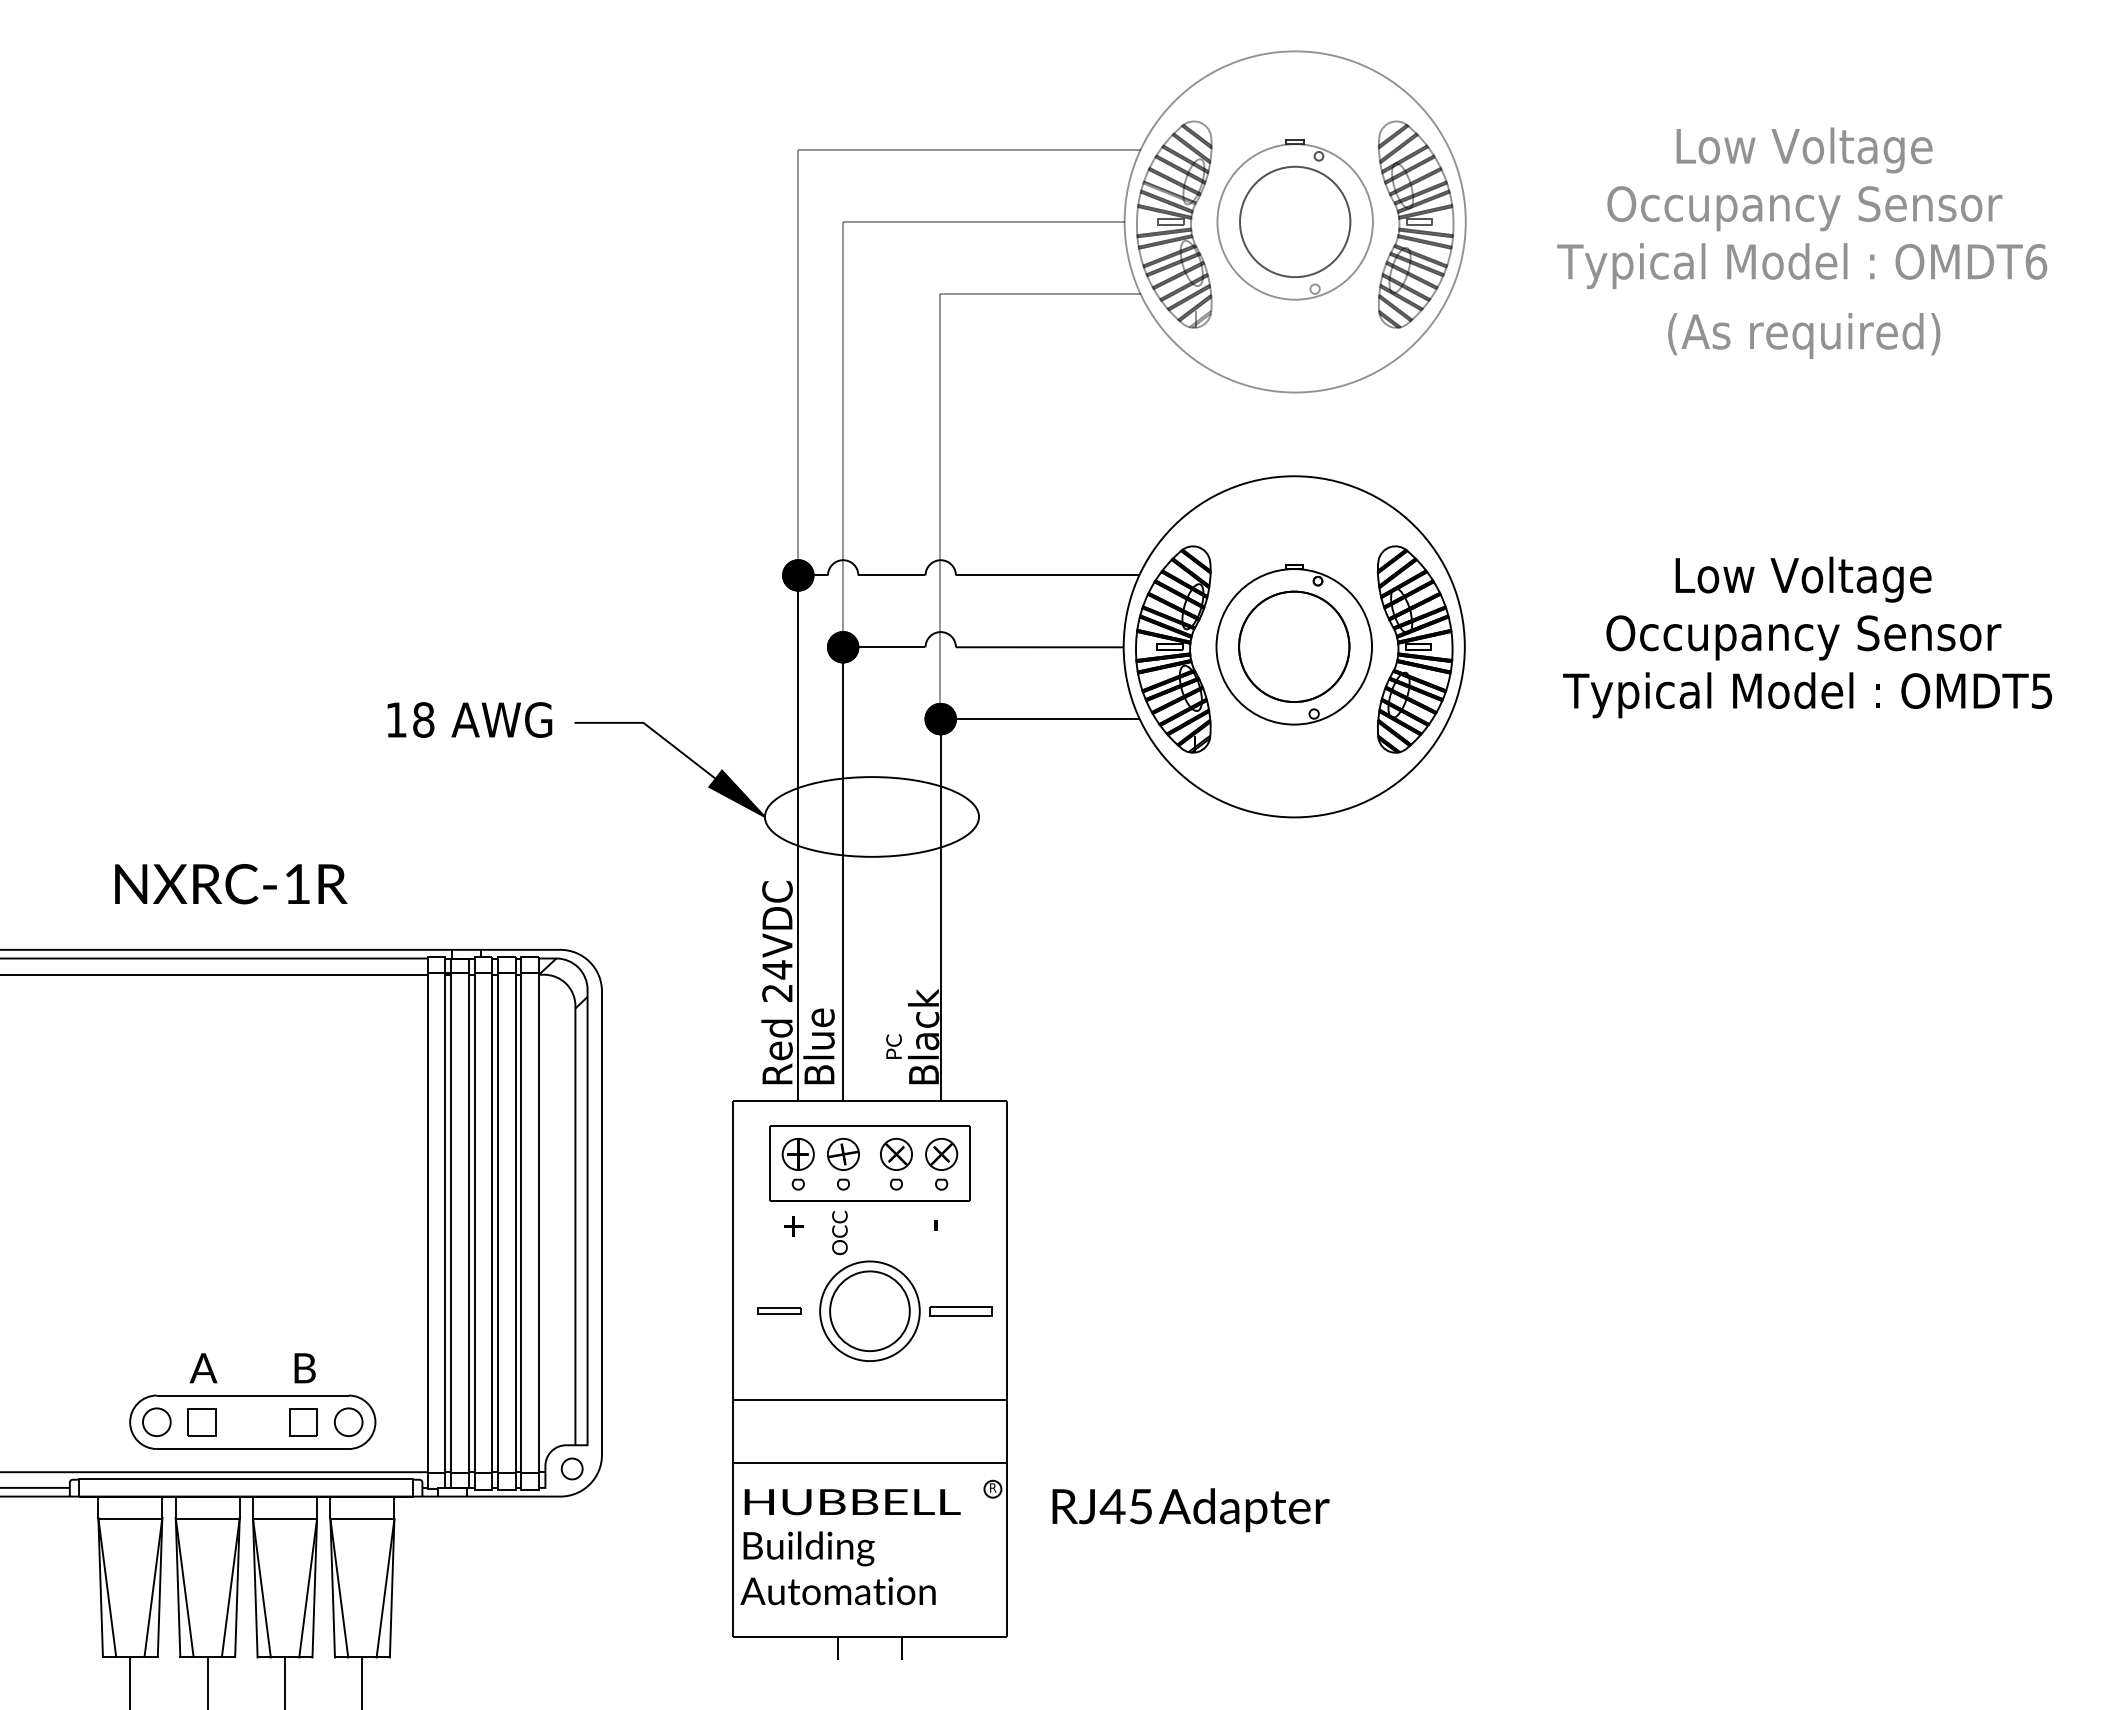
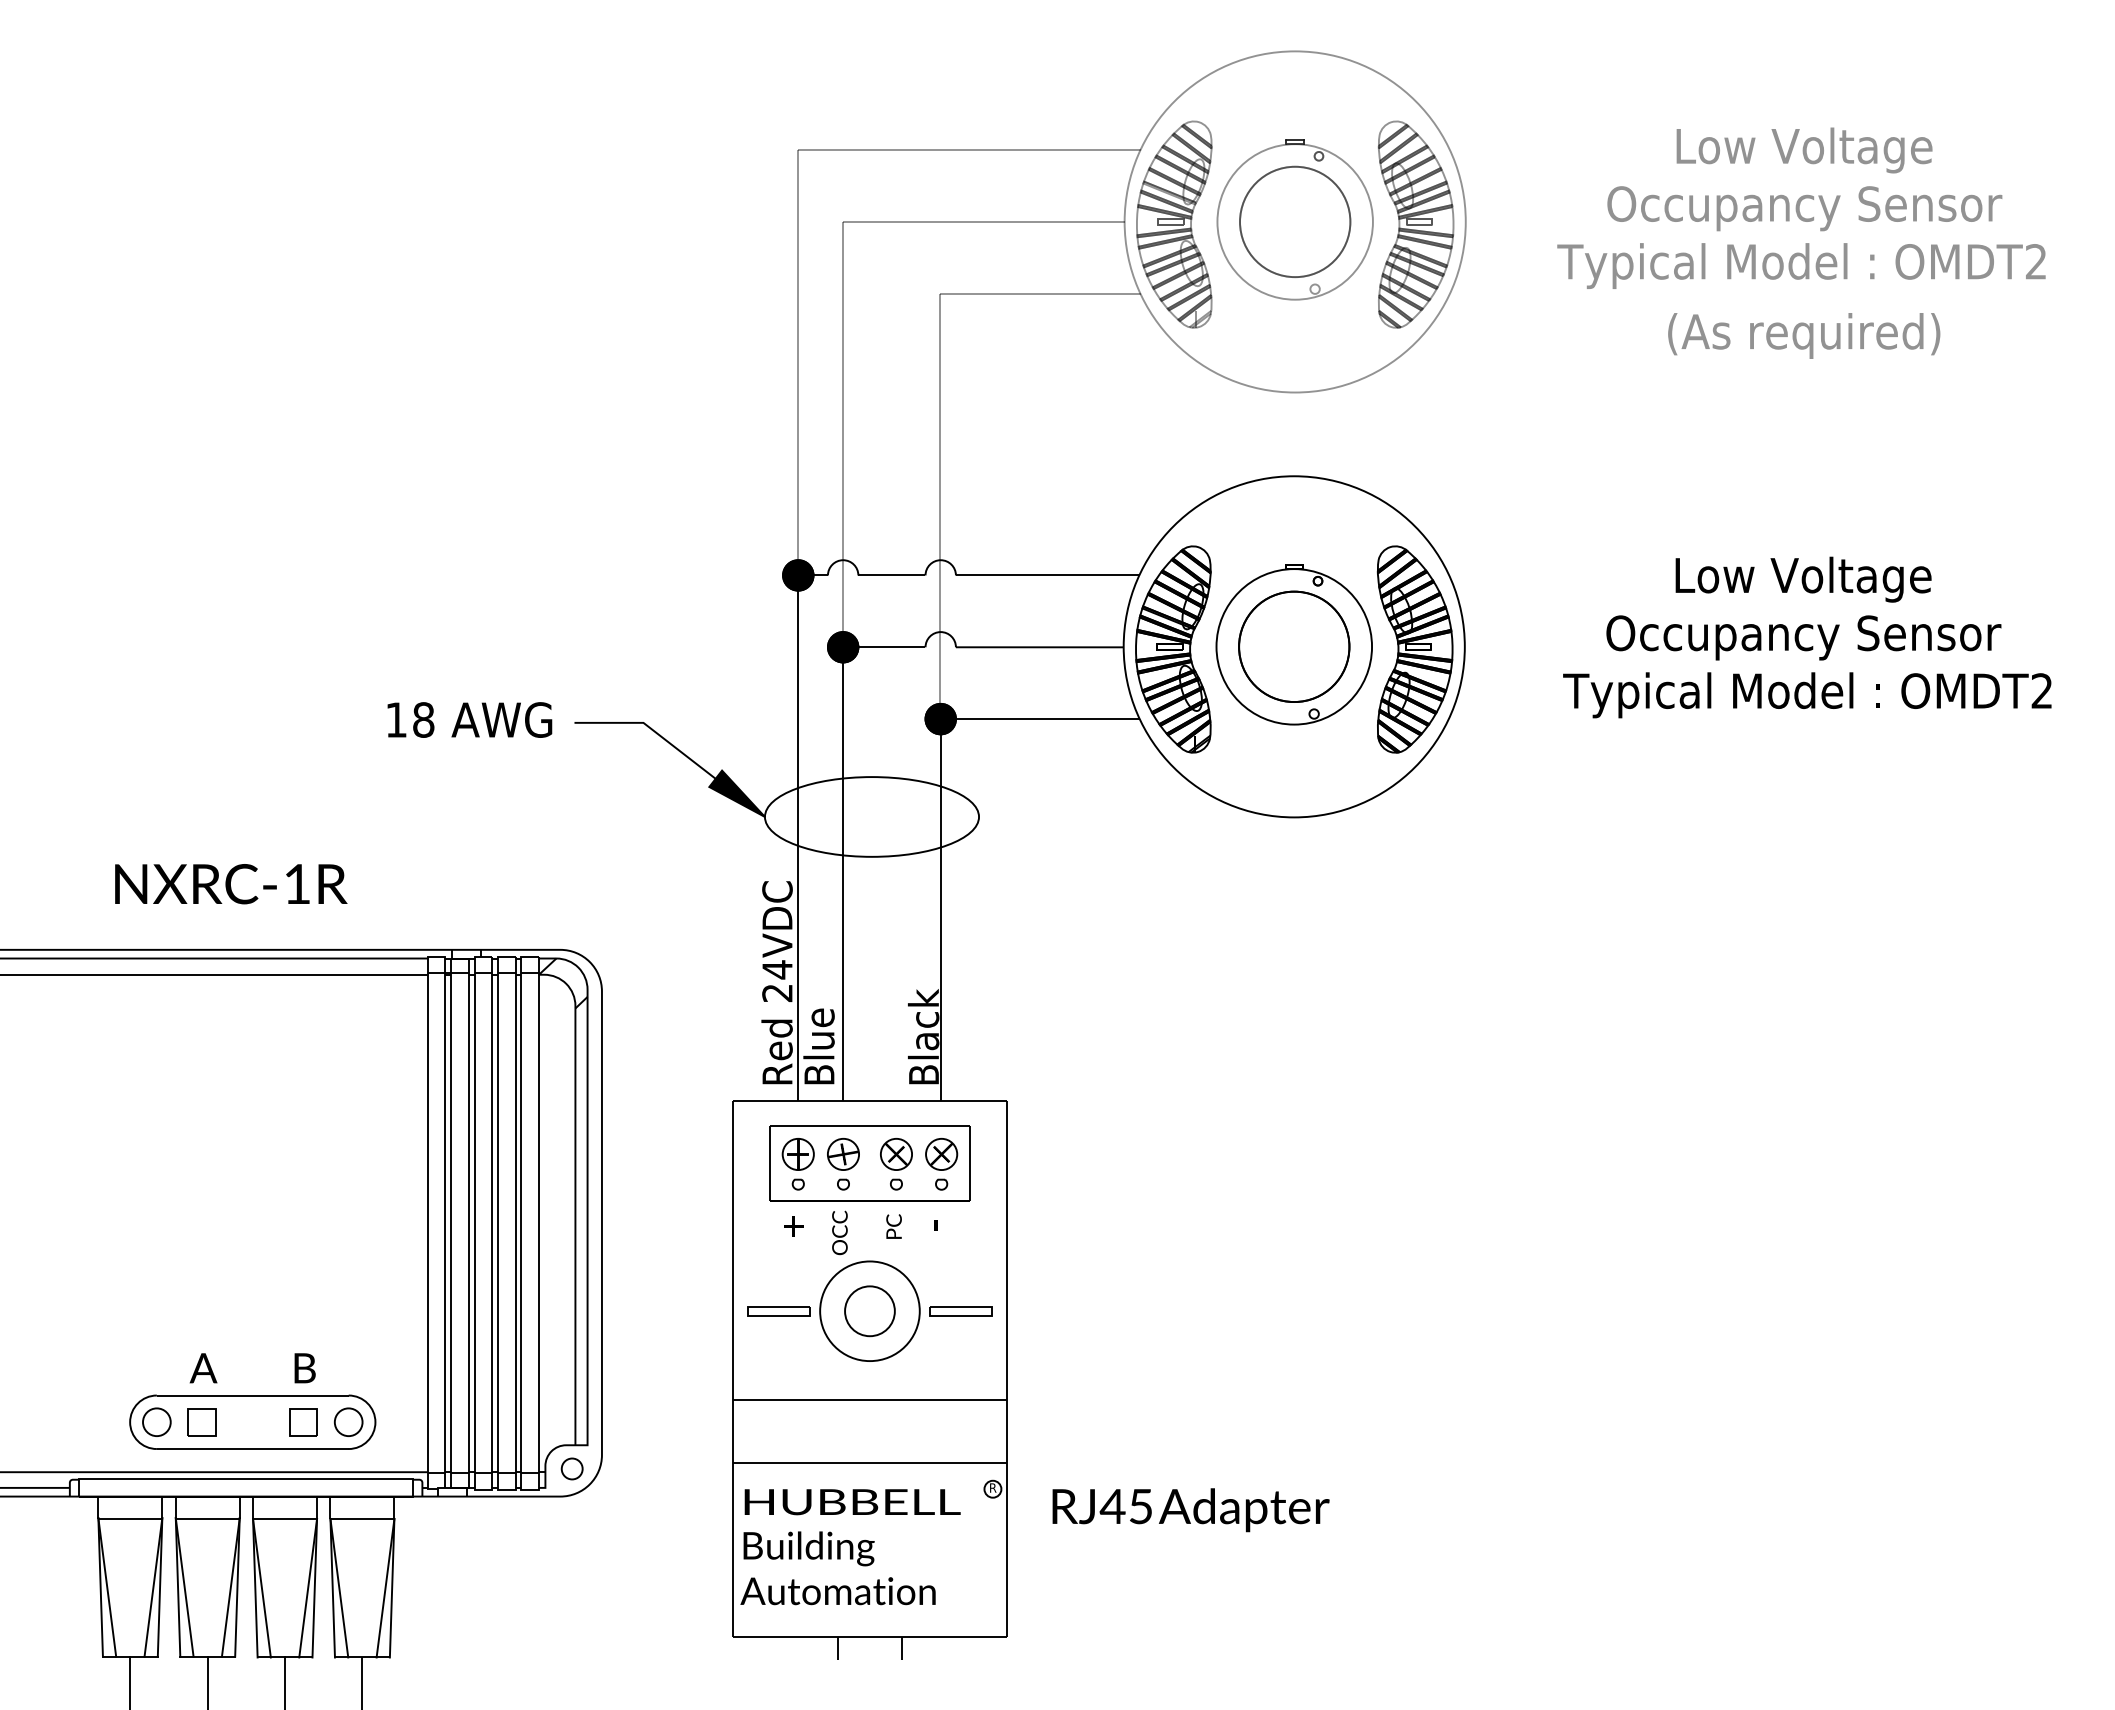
text at (2036, 261): OMDT6 -> OMDT2
text at (2041, 690): OMDT5 -> OMDT2
text at (893, 1046) position: (893, 1046) -> (893, 1226)
part at (779, 1310) size: 45x8 px -> 64x11 px
circle at (869, 1311) diameter: 80 px -> 50 px
